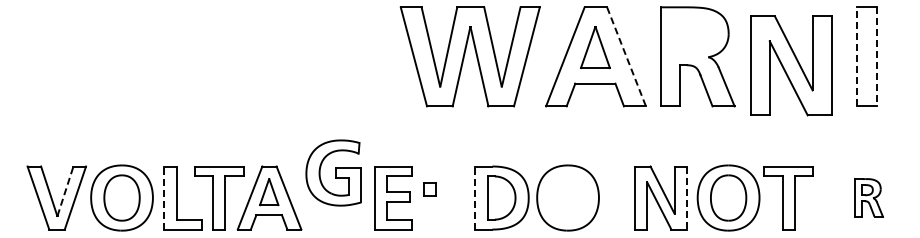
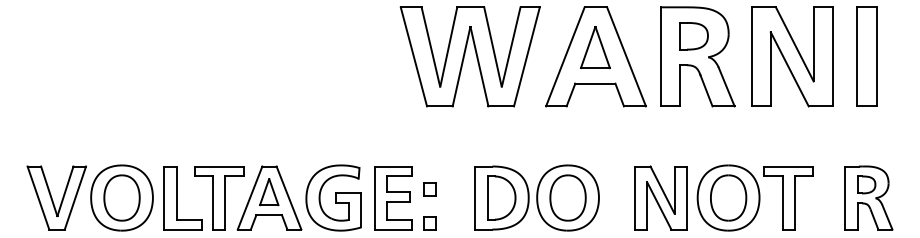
part at (693, 36): none -> present
line at (856, 56): dashed -> solid
line at (876, 56): dashed -> solid
line at (626, 57): dashed -> solid
part at (791, 65) position: (791, 65) -> (792, 56)
part at (333, 172) position: (333, 172) -> (333, 197)
line at (65, 190): dashed -> solid
part at (567, 197): none -> present
part at (868, 197) size: 30x40 px -> 50x66 px
line at (164, 198): dashed -> solid
line at (475, 198): dashed -> solid
line at (686, 198): dashed -> solid
part at (429, 223): none -> present
